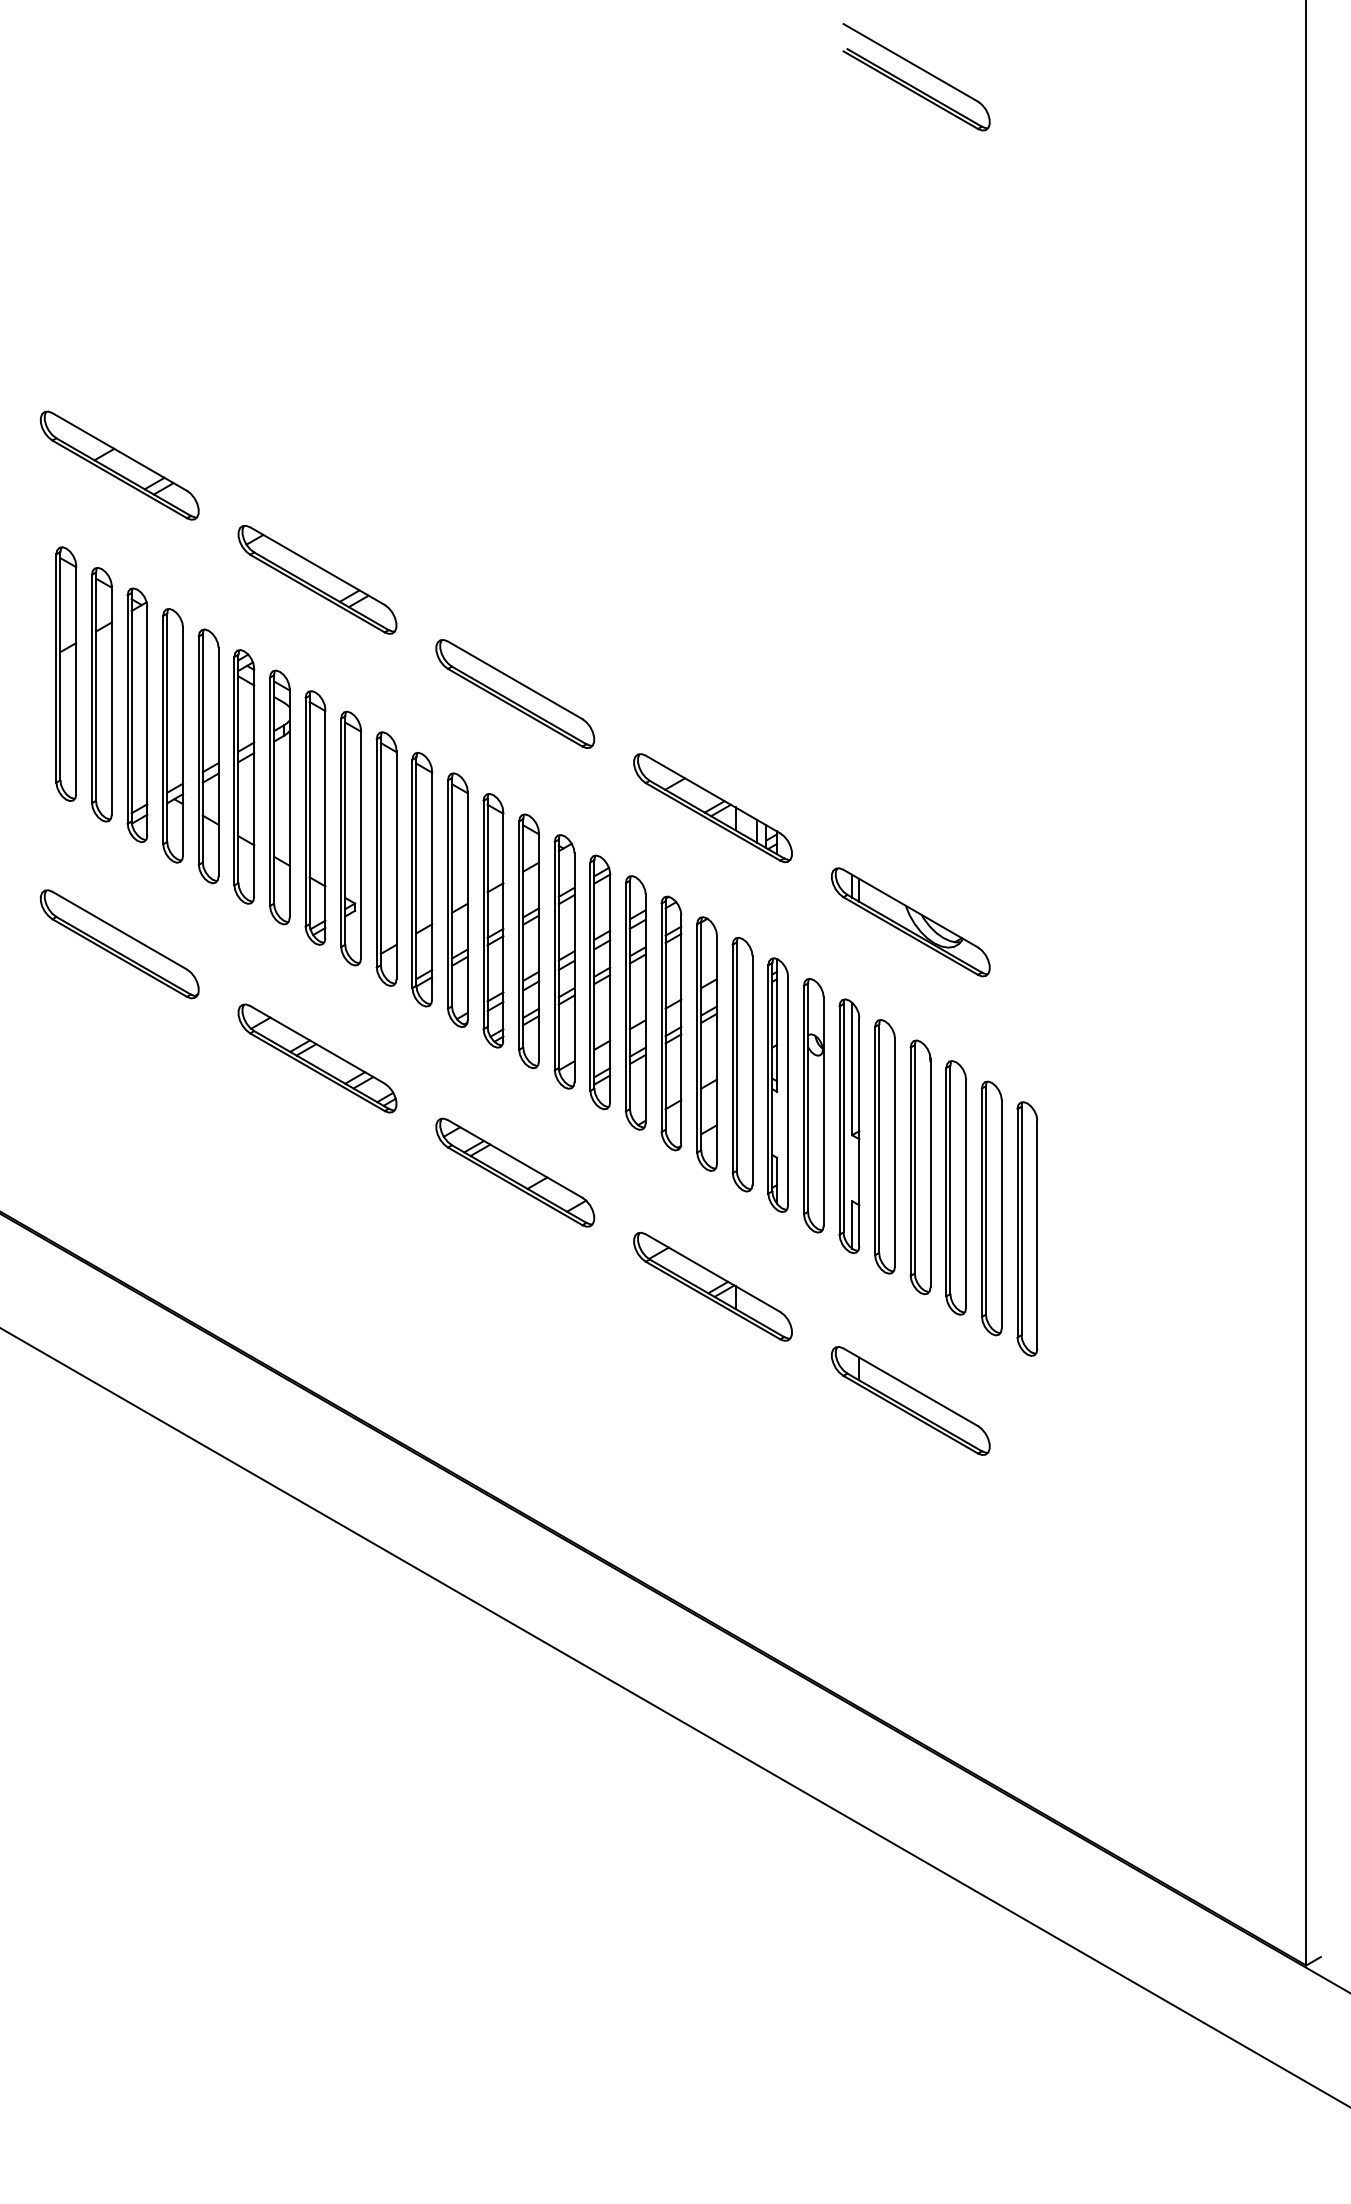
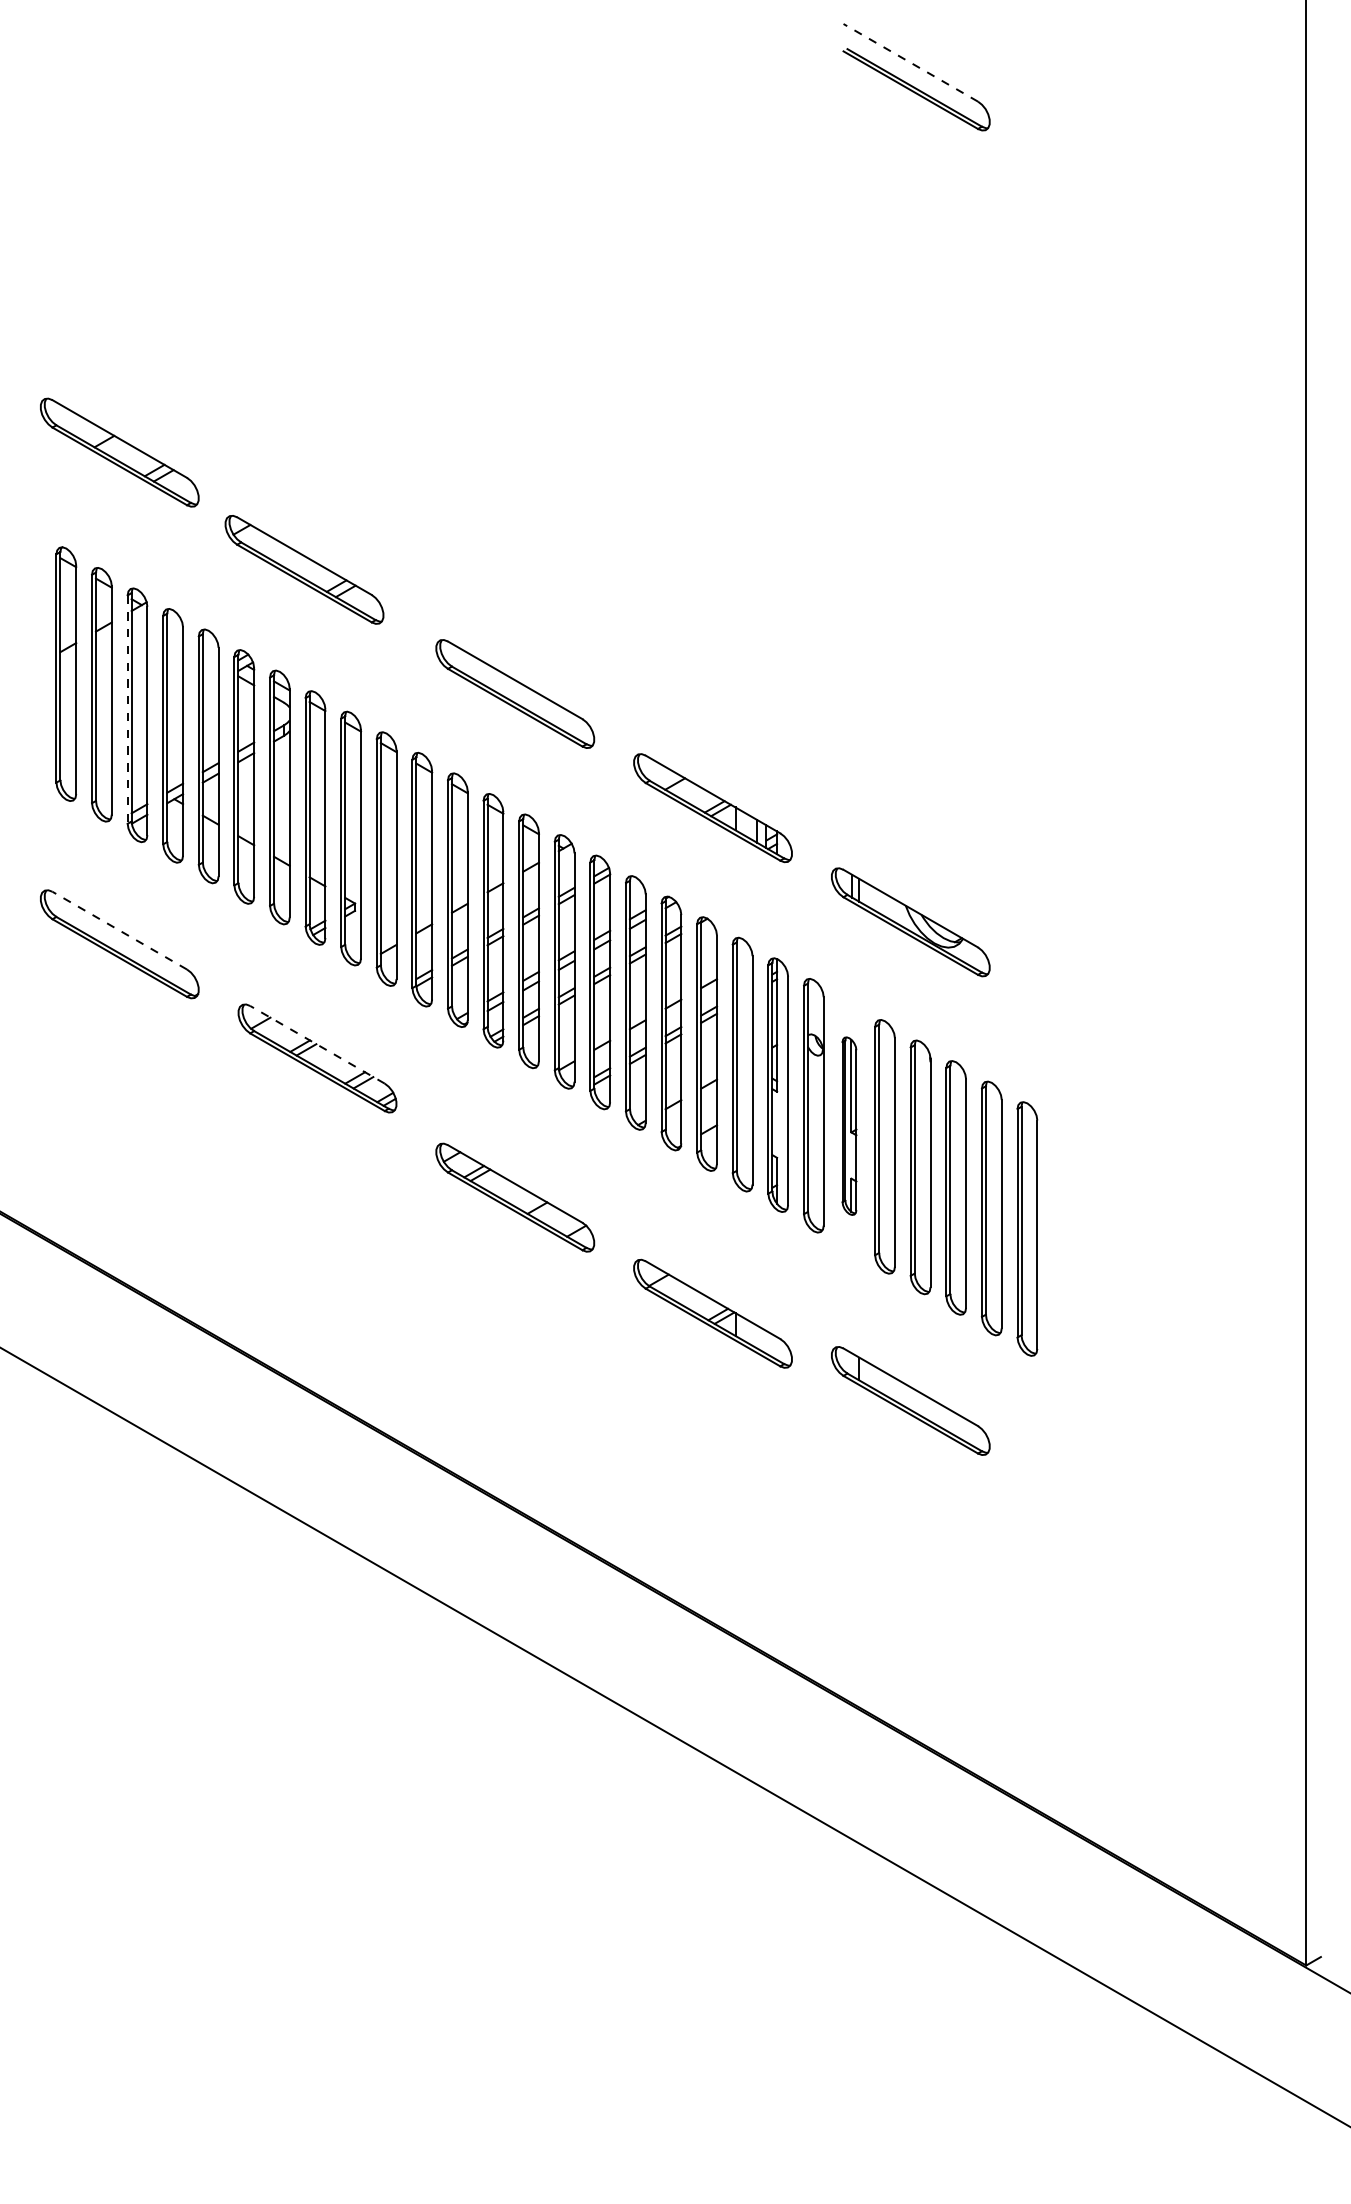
line at (910, 62): solid -> dashed
part at (119, 465) position: (119, 465) -> (119, 452)
part at (317, 579) position: (317, 579) -> (304, 569)
line at (127, 710): solid -> dashed
line at (119, 930): solid -> dashed
line at (317, 1044): solid -> dashed
part at (849, 1125) size: 23x256 px -> 17x180 px
part at (515, 1172) position: (515, 1172) -> (515, 1197)
part at (712, 1286) position: (712, 1286) -> (712, 1313)
line at (674, 1717) position: (674, 1717) -> (674, 1736)
